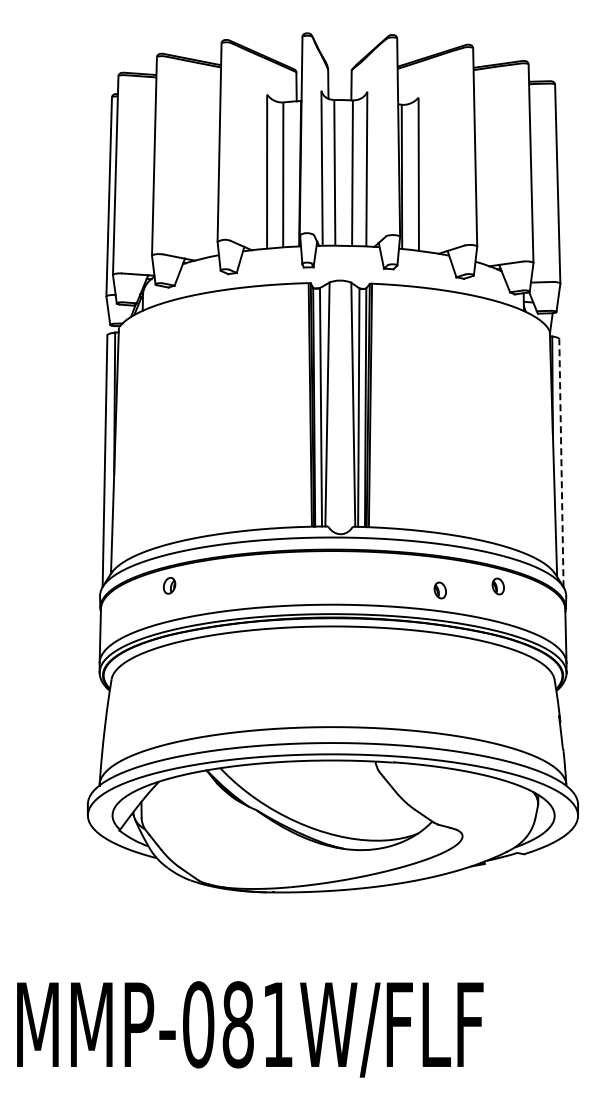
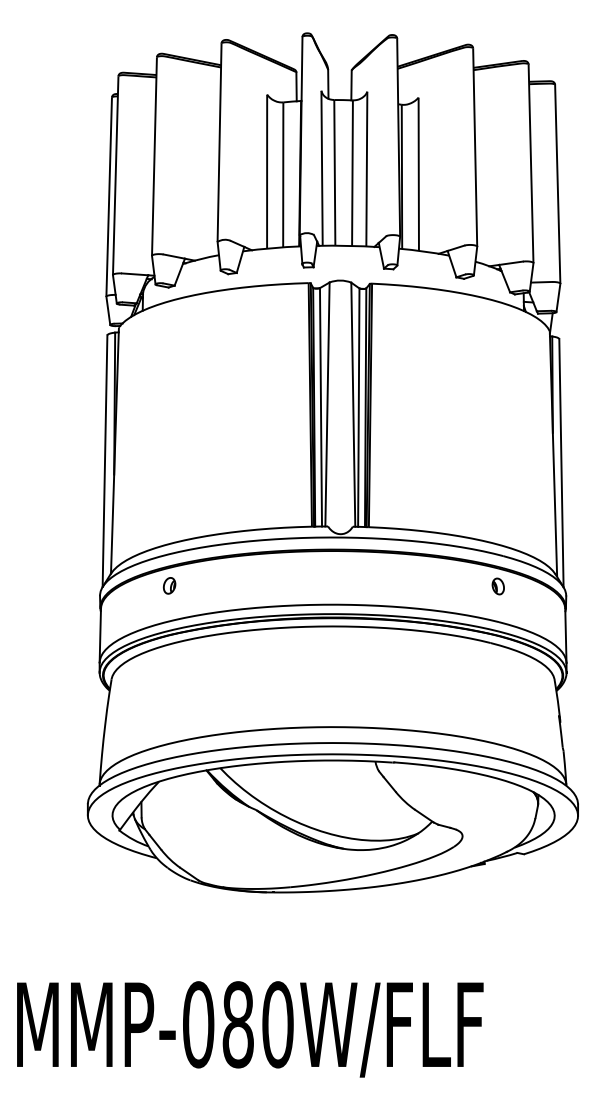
line at (561, 462): dashed -> solid
part at (439, 590): present -> none
text at (277, 1024): MMP-081W/FLF -> MMP-080W/FLF
